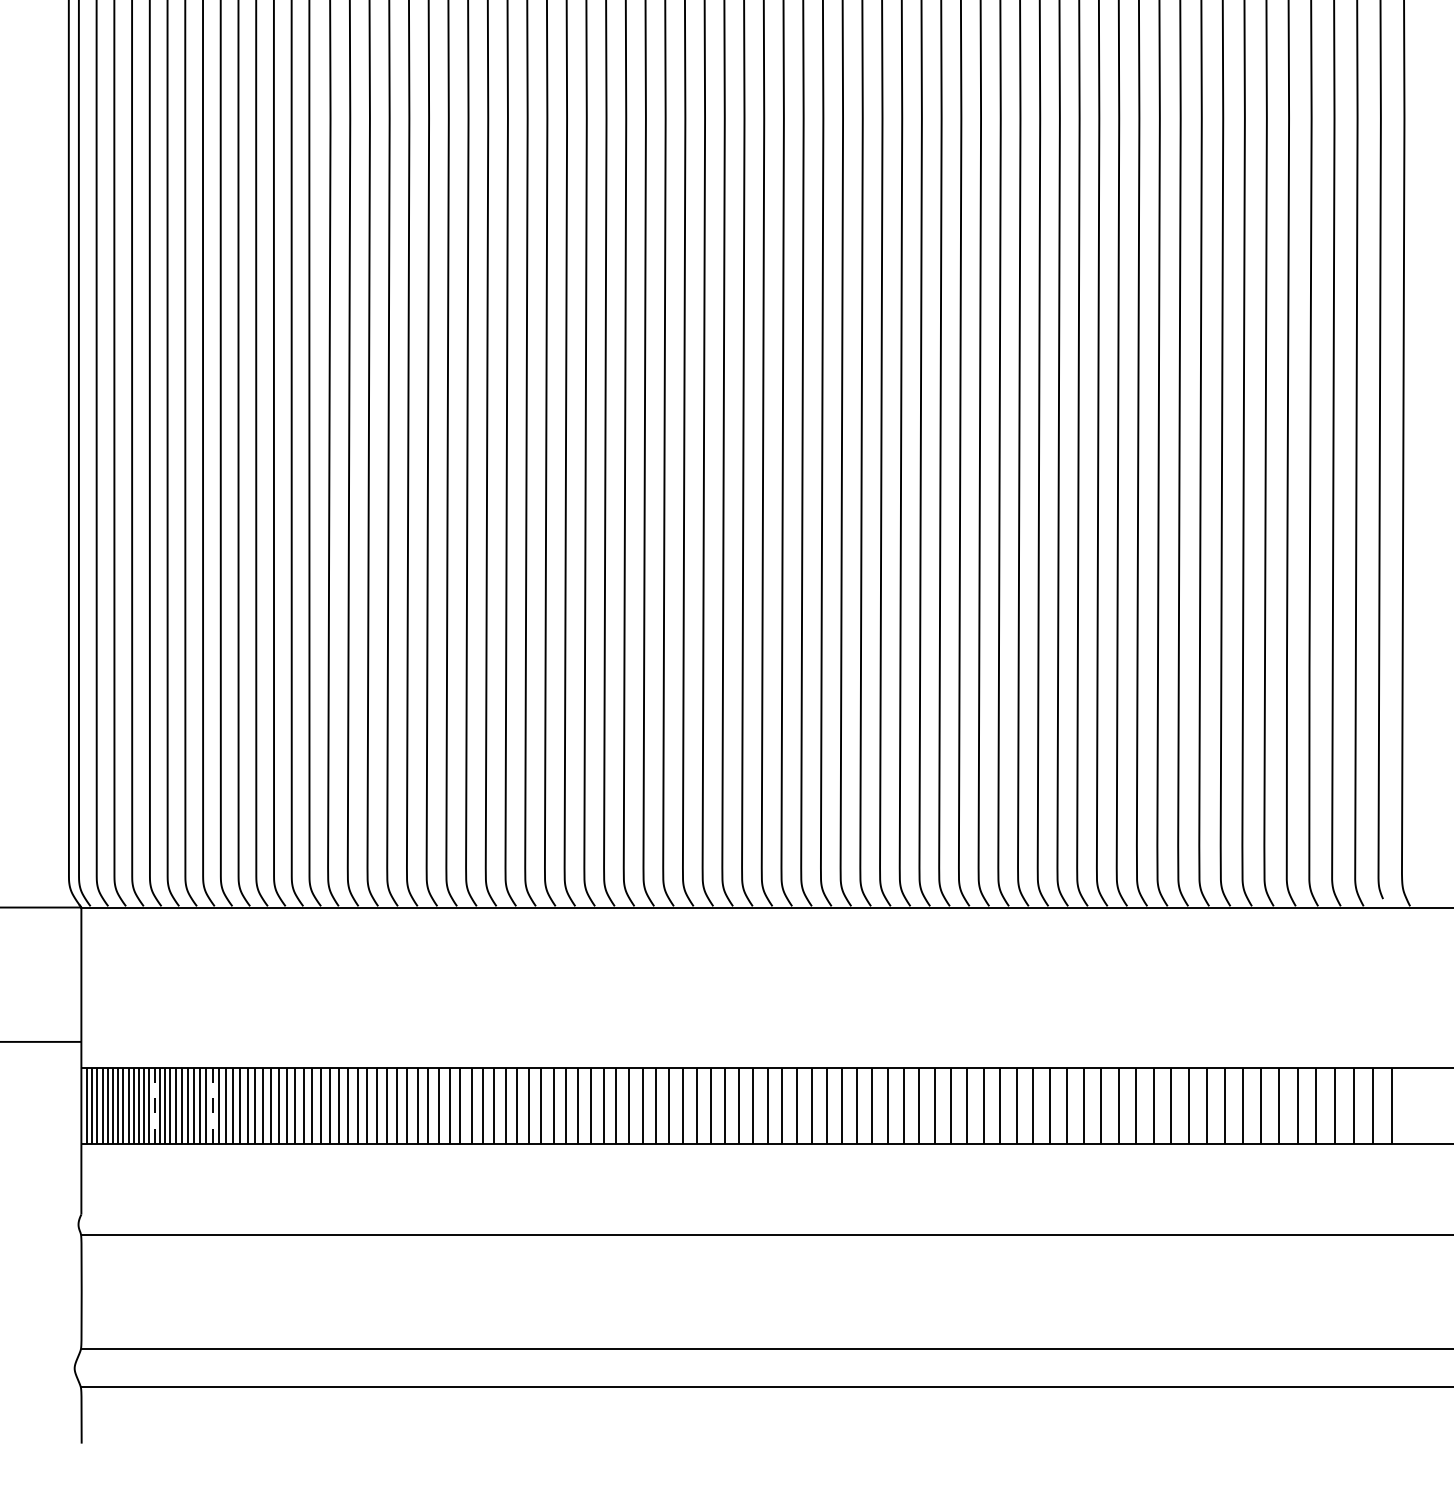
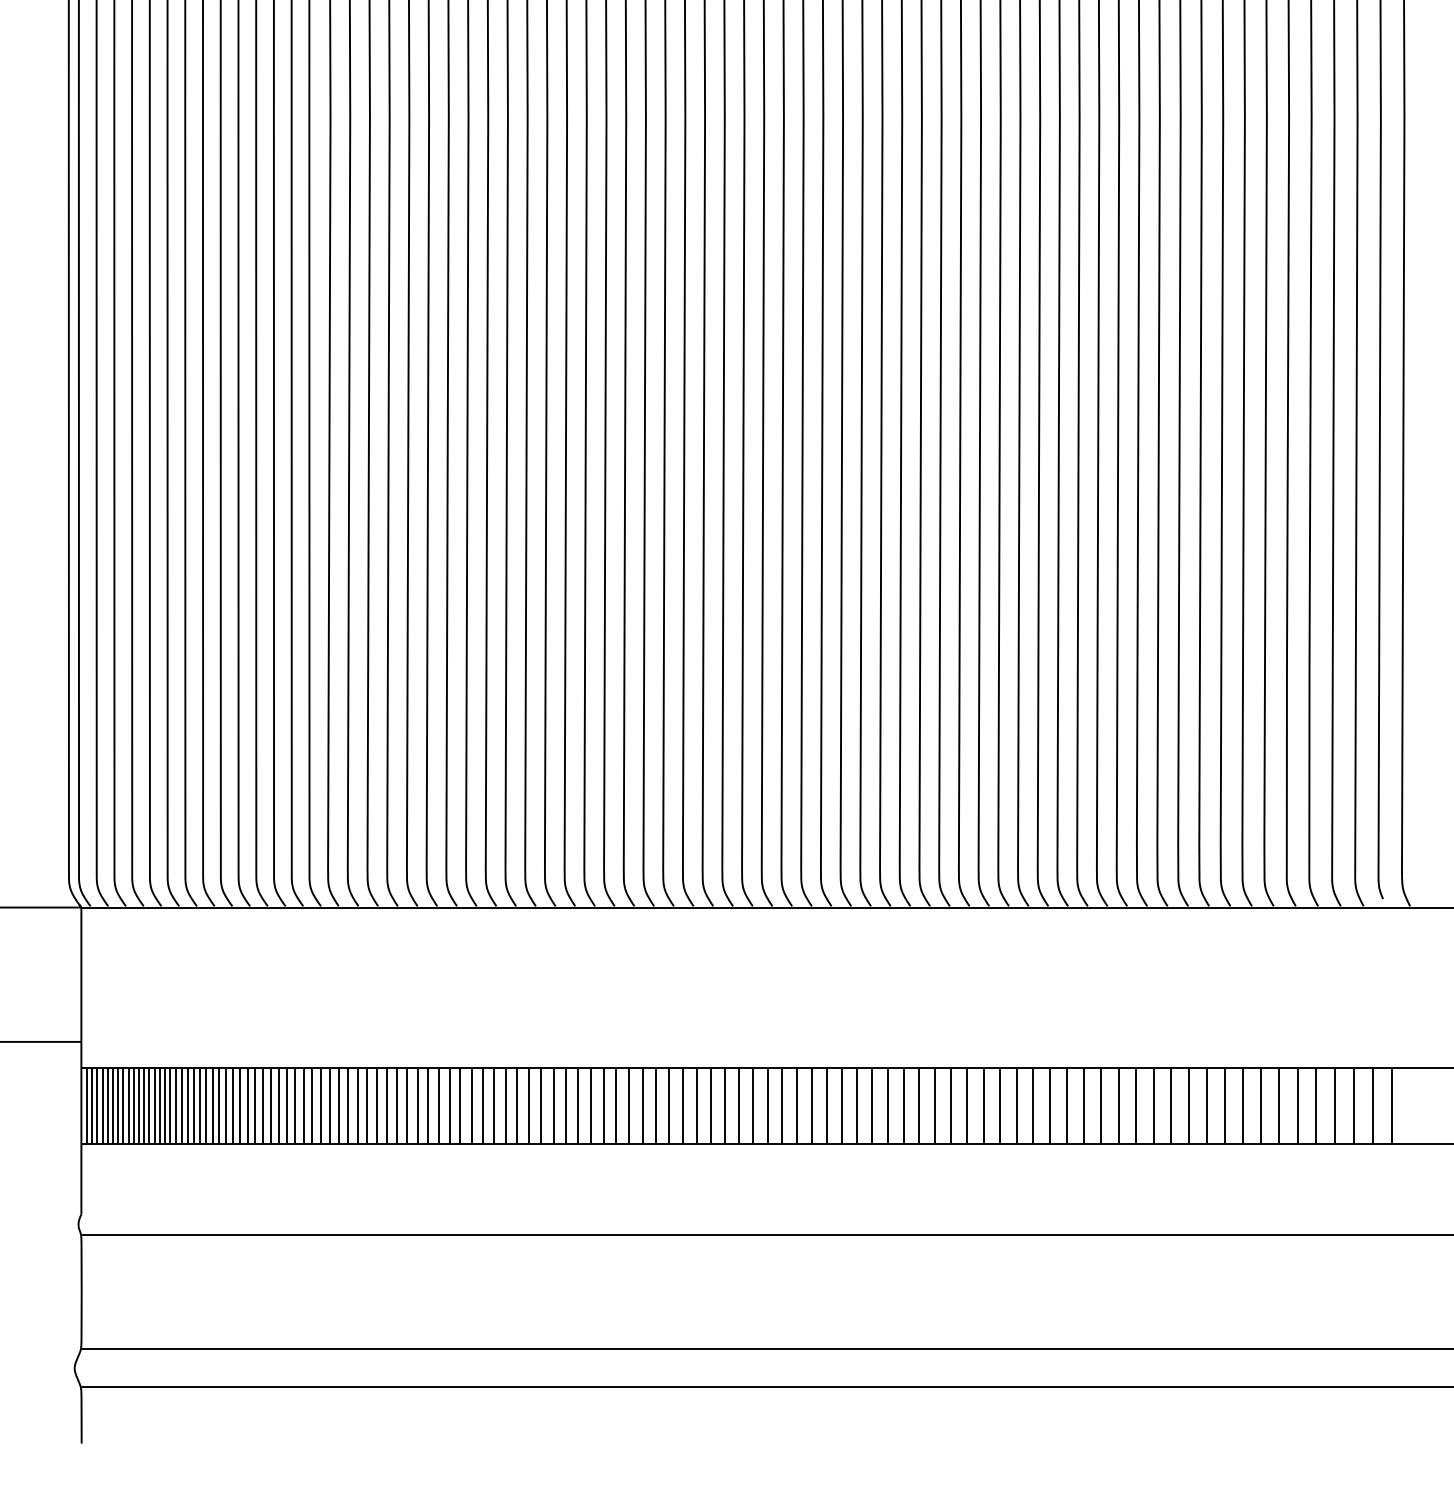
line at (154, 1105): dashed -> solid
line at (212, 1105): dashed -> solid
